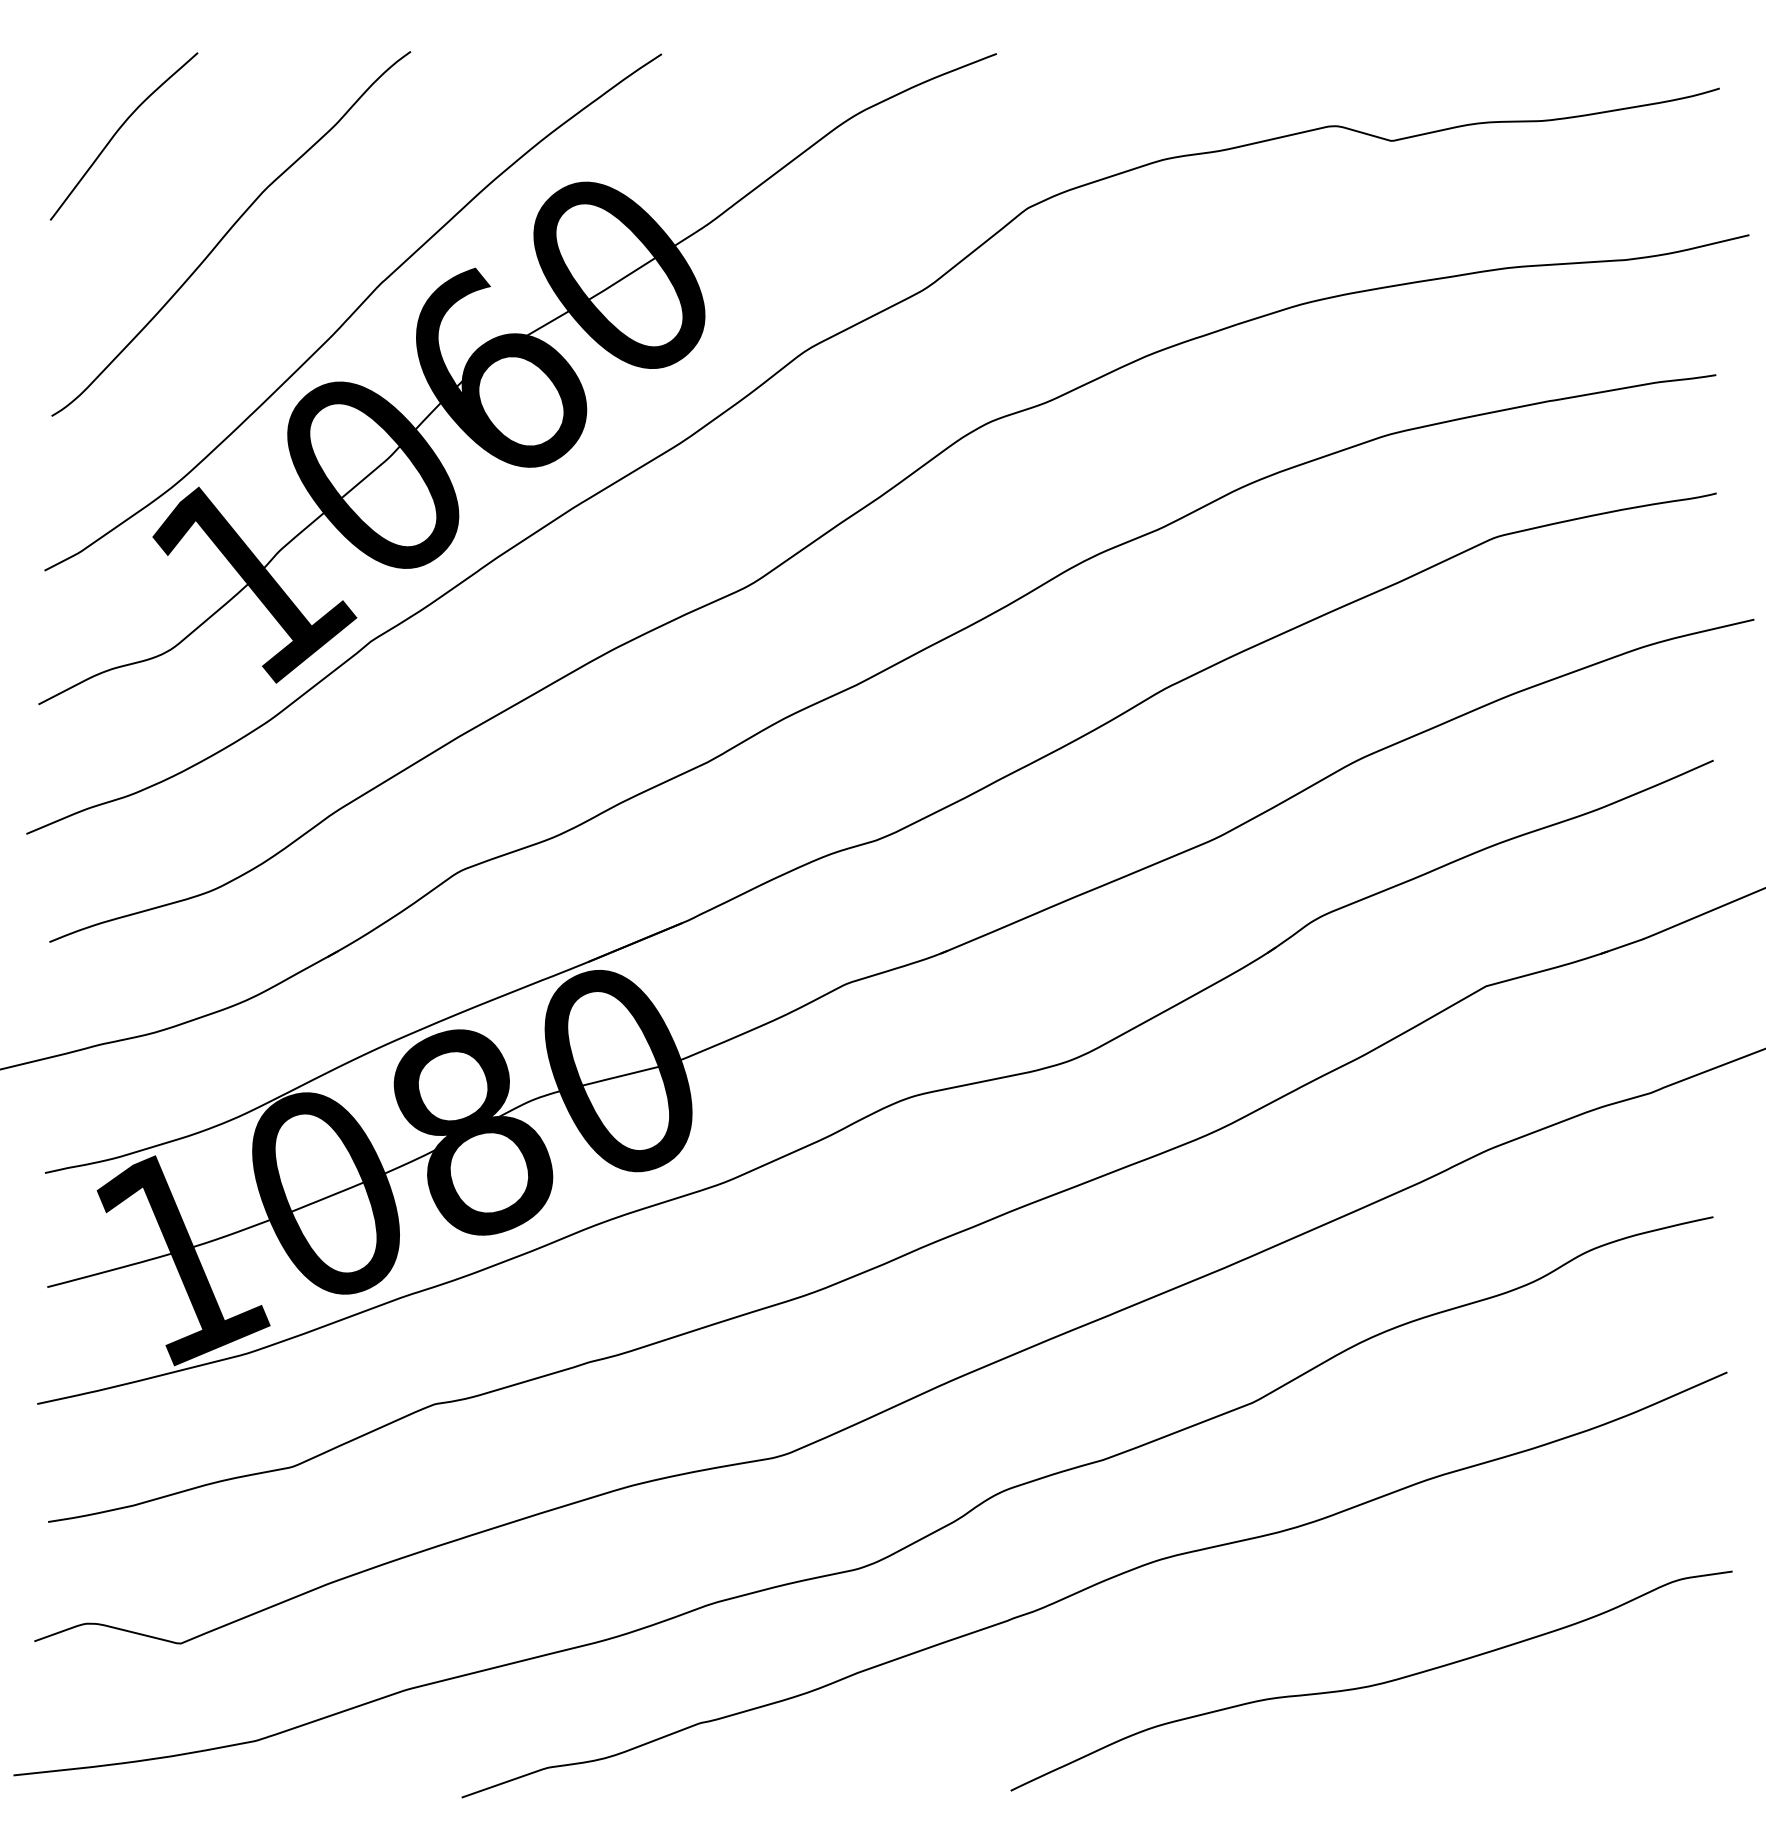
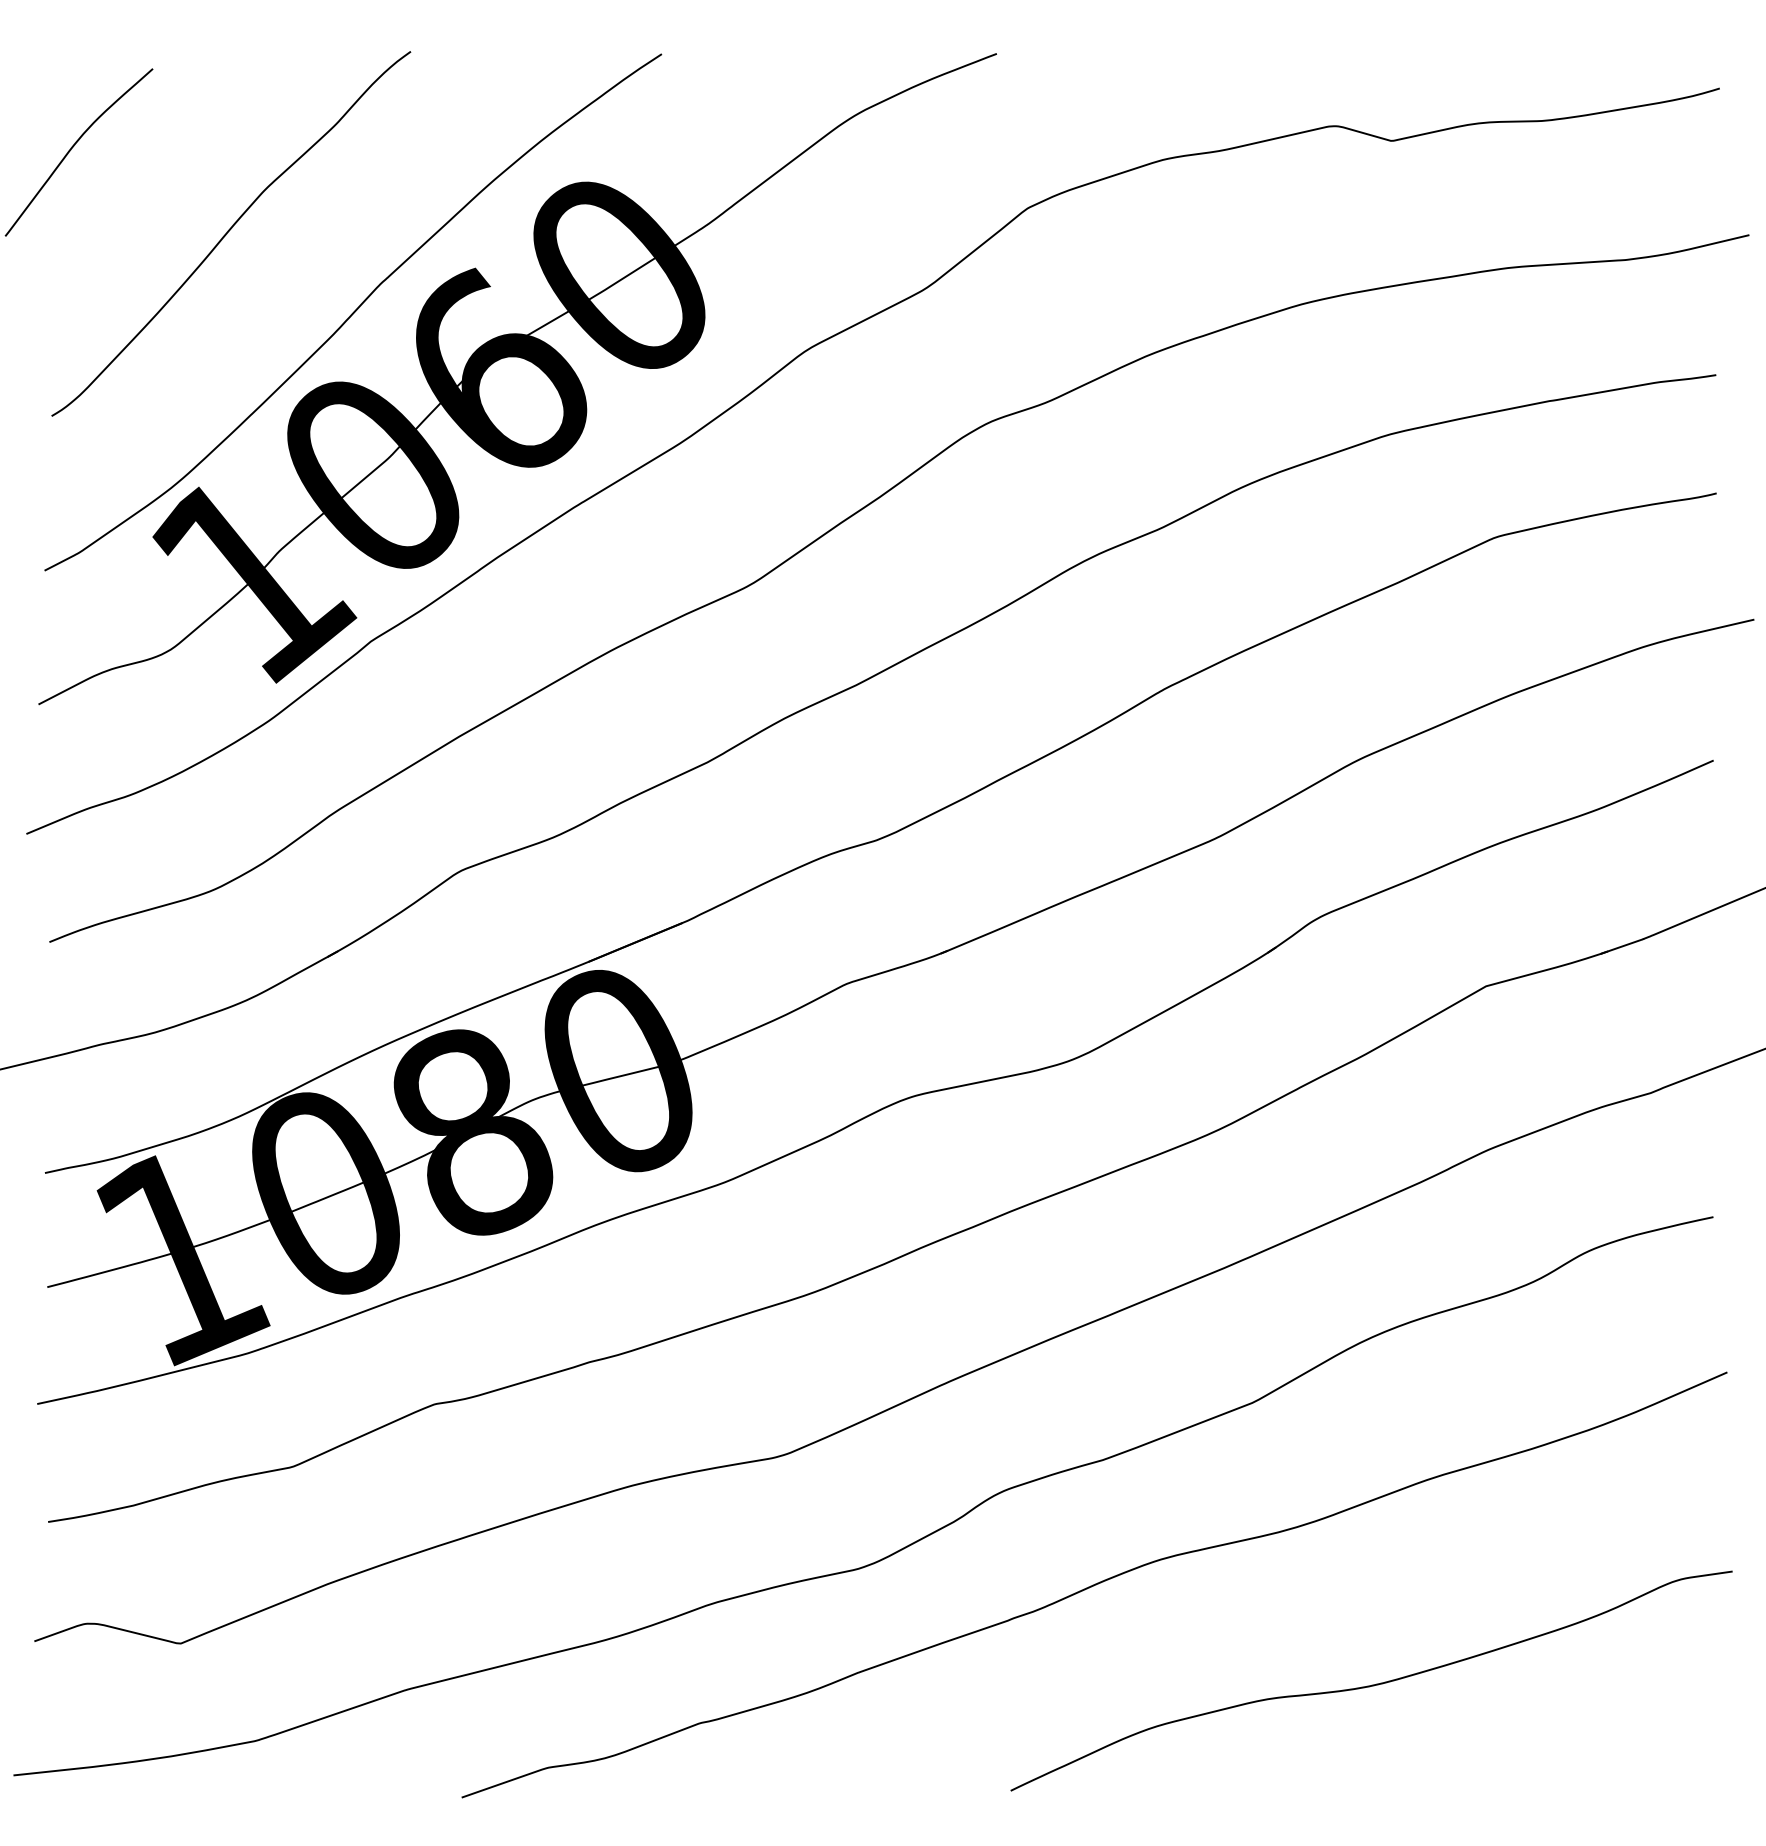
curve at (118, 131) position: (118, 131) -> (73, 147)
